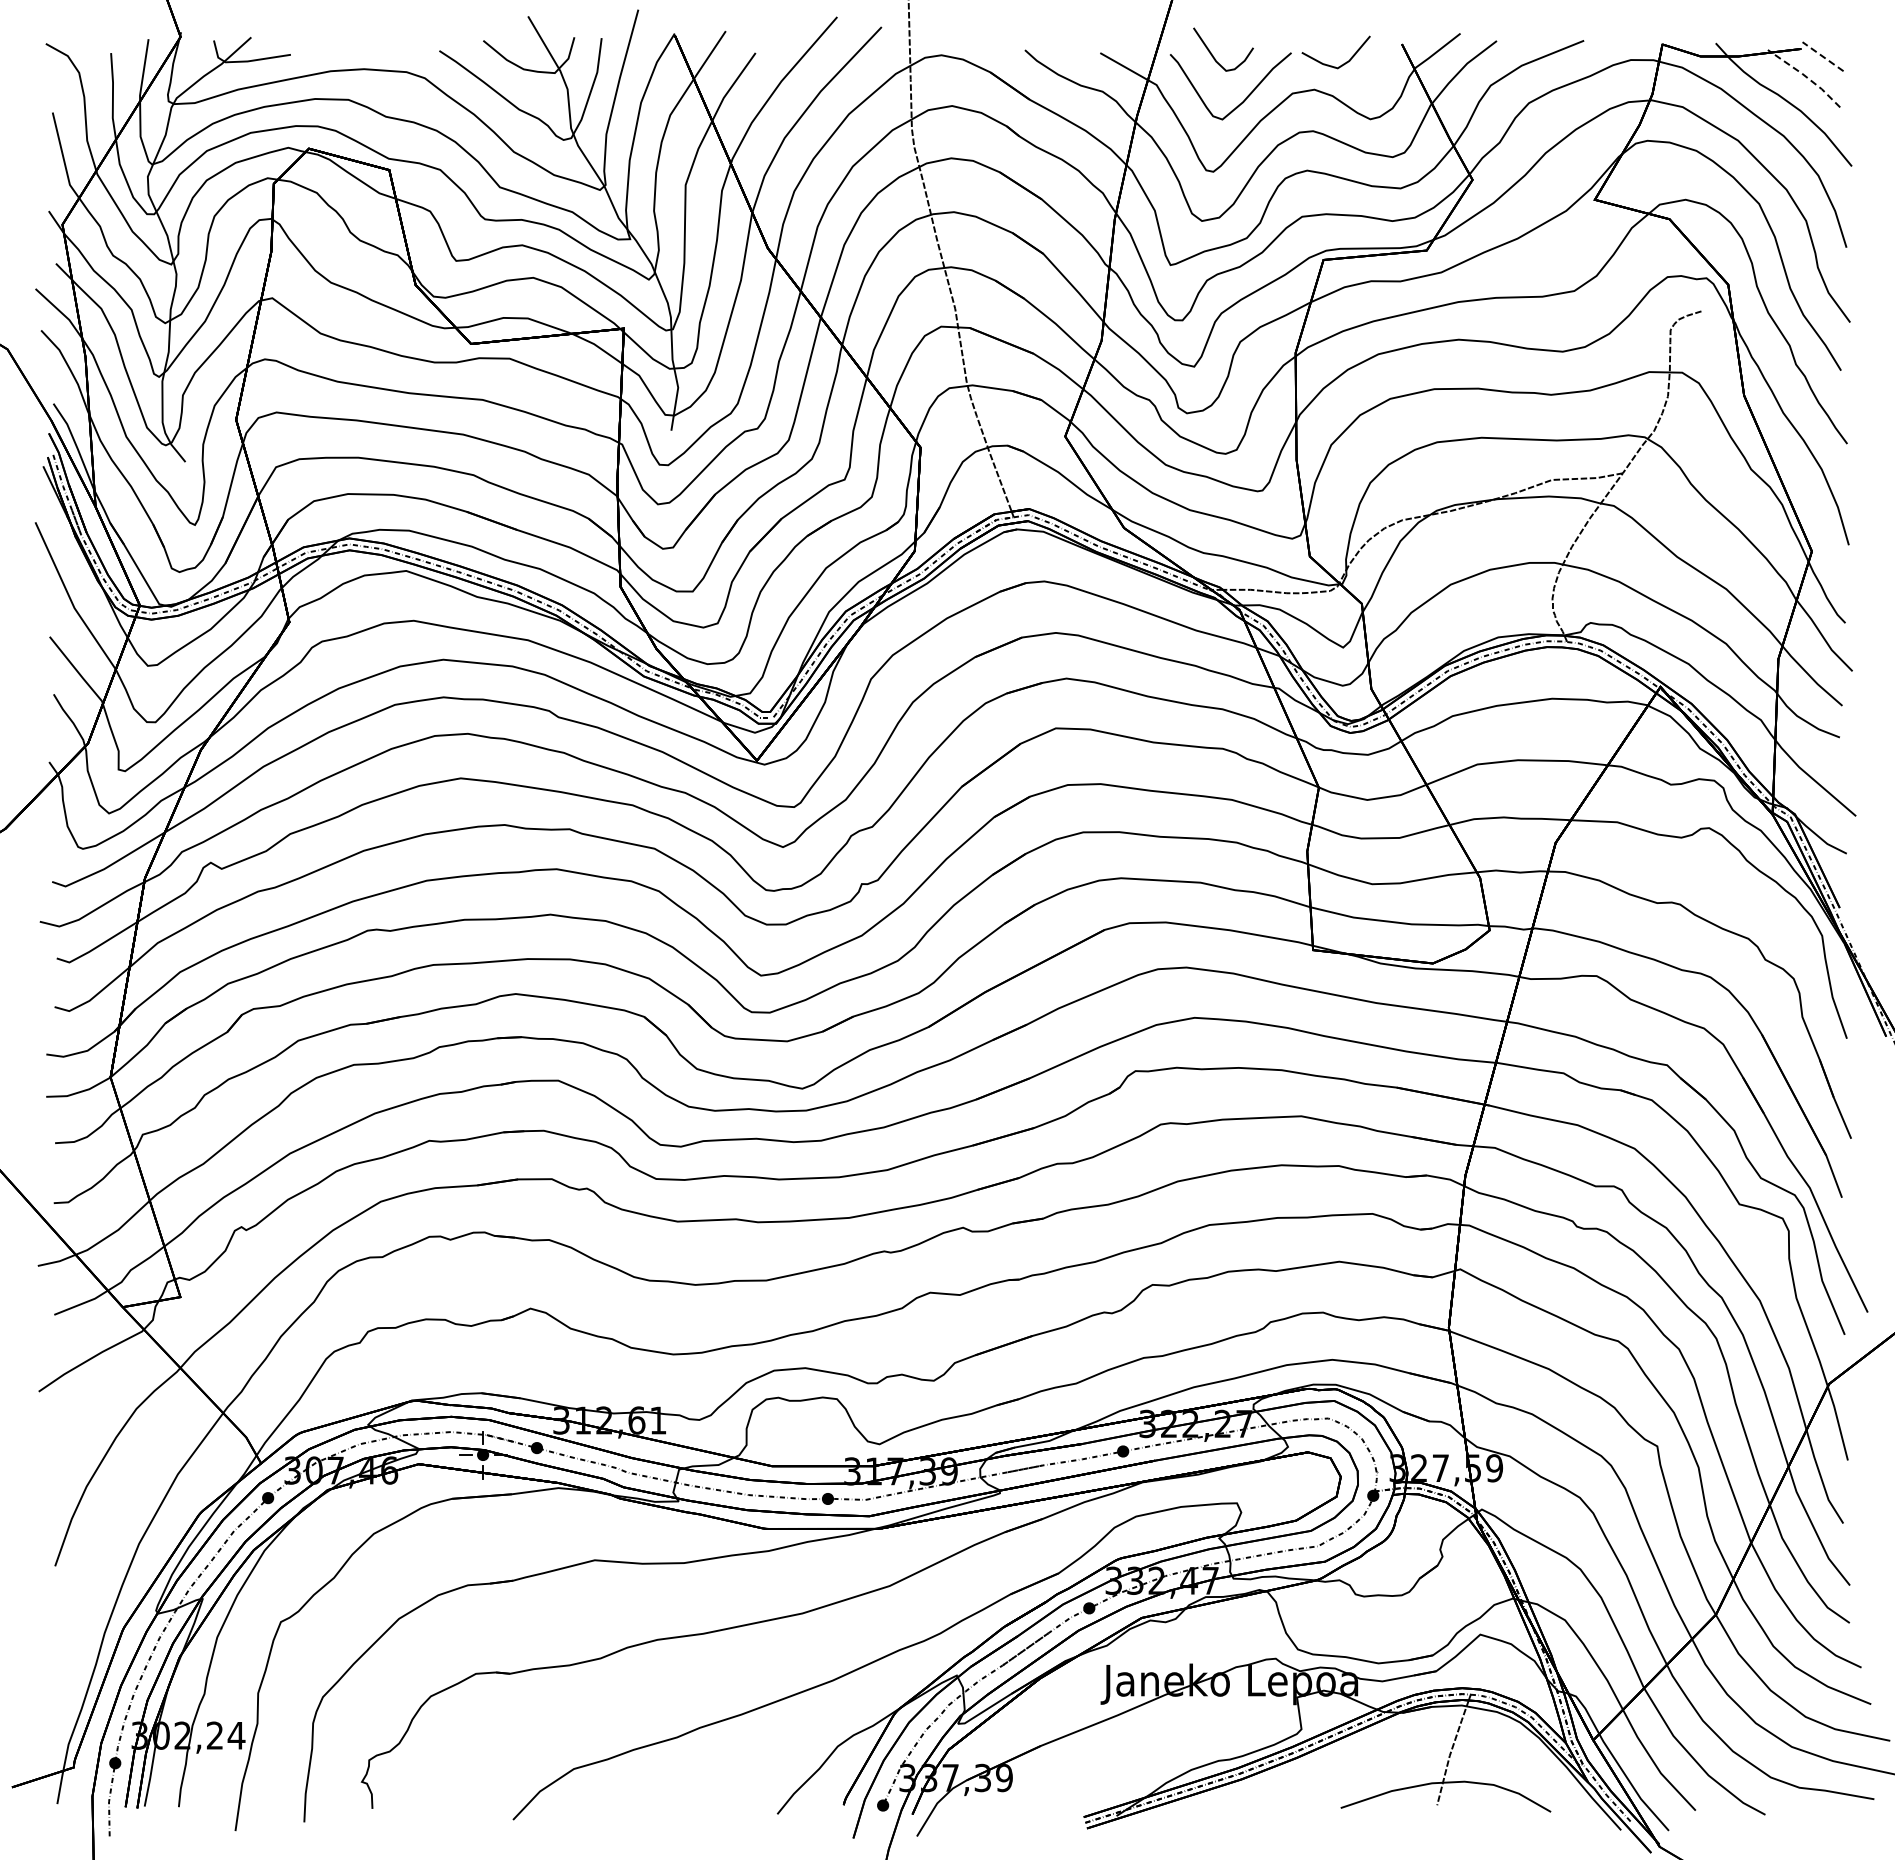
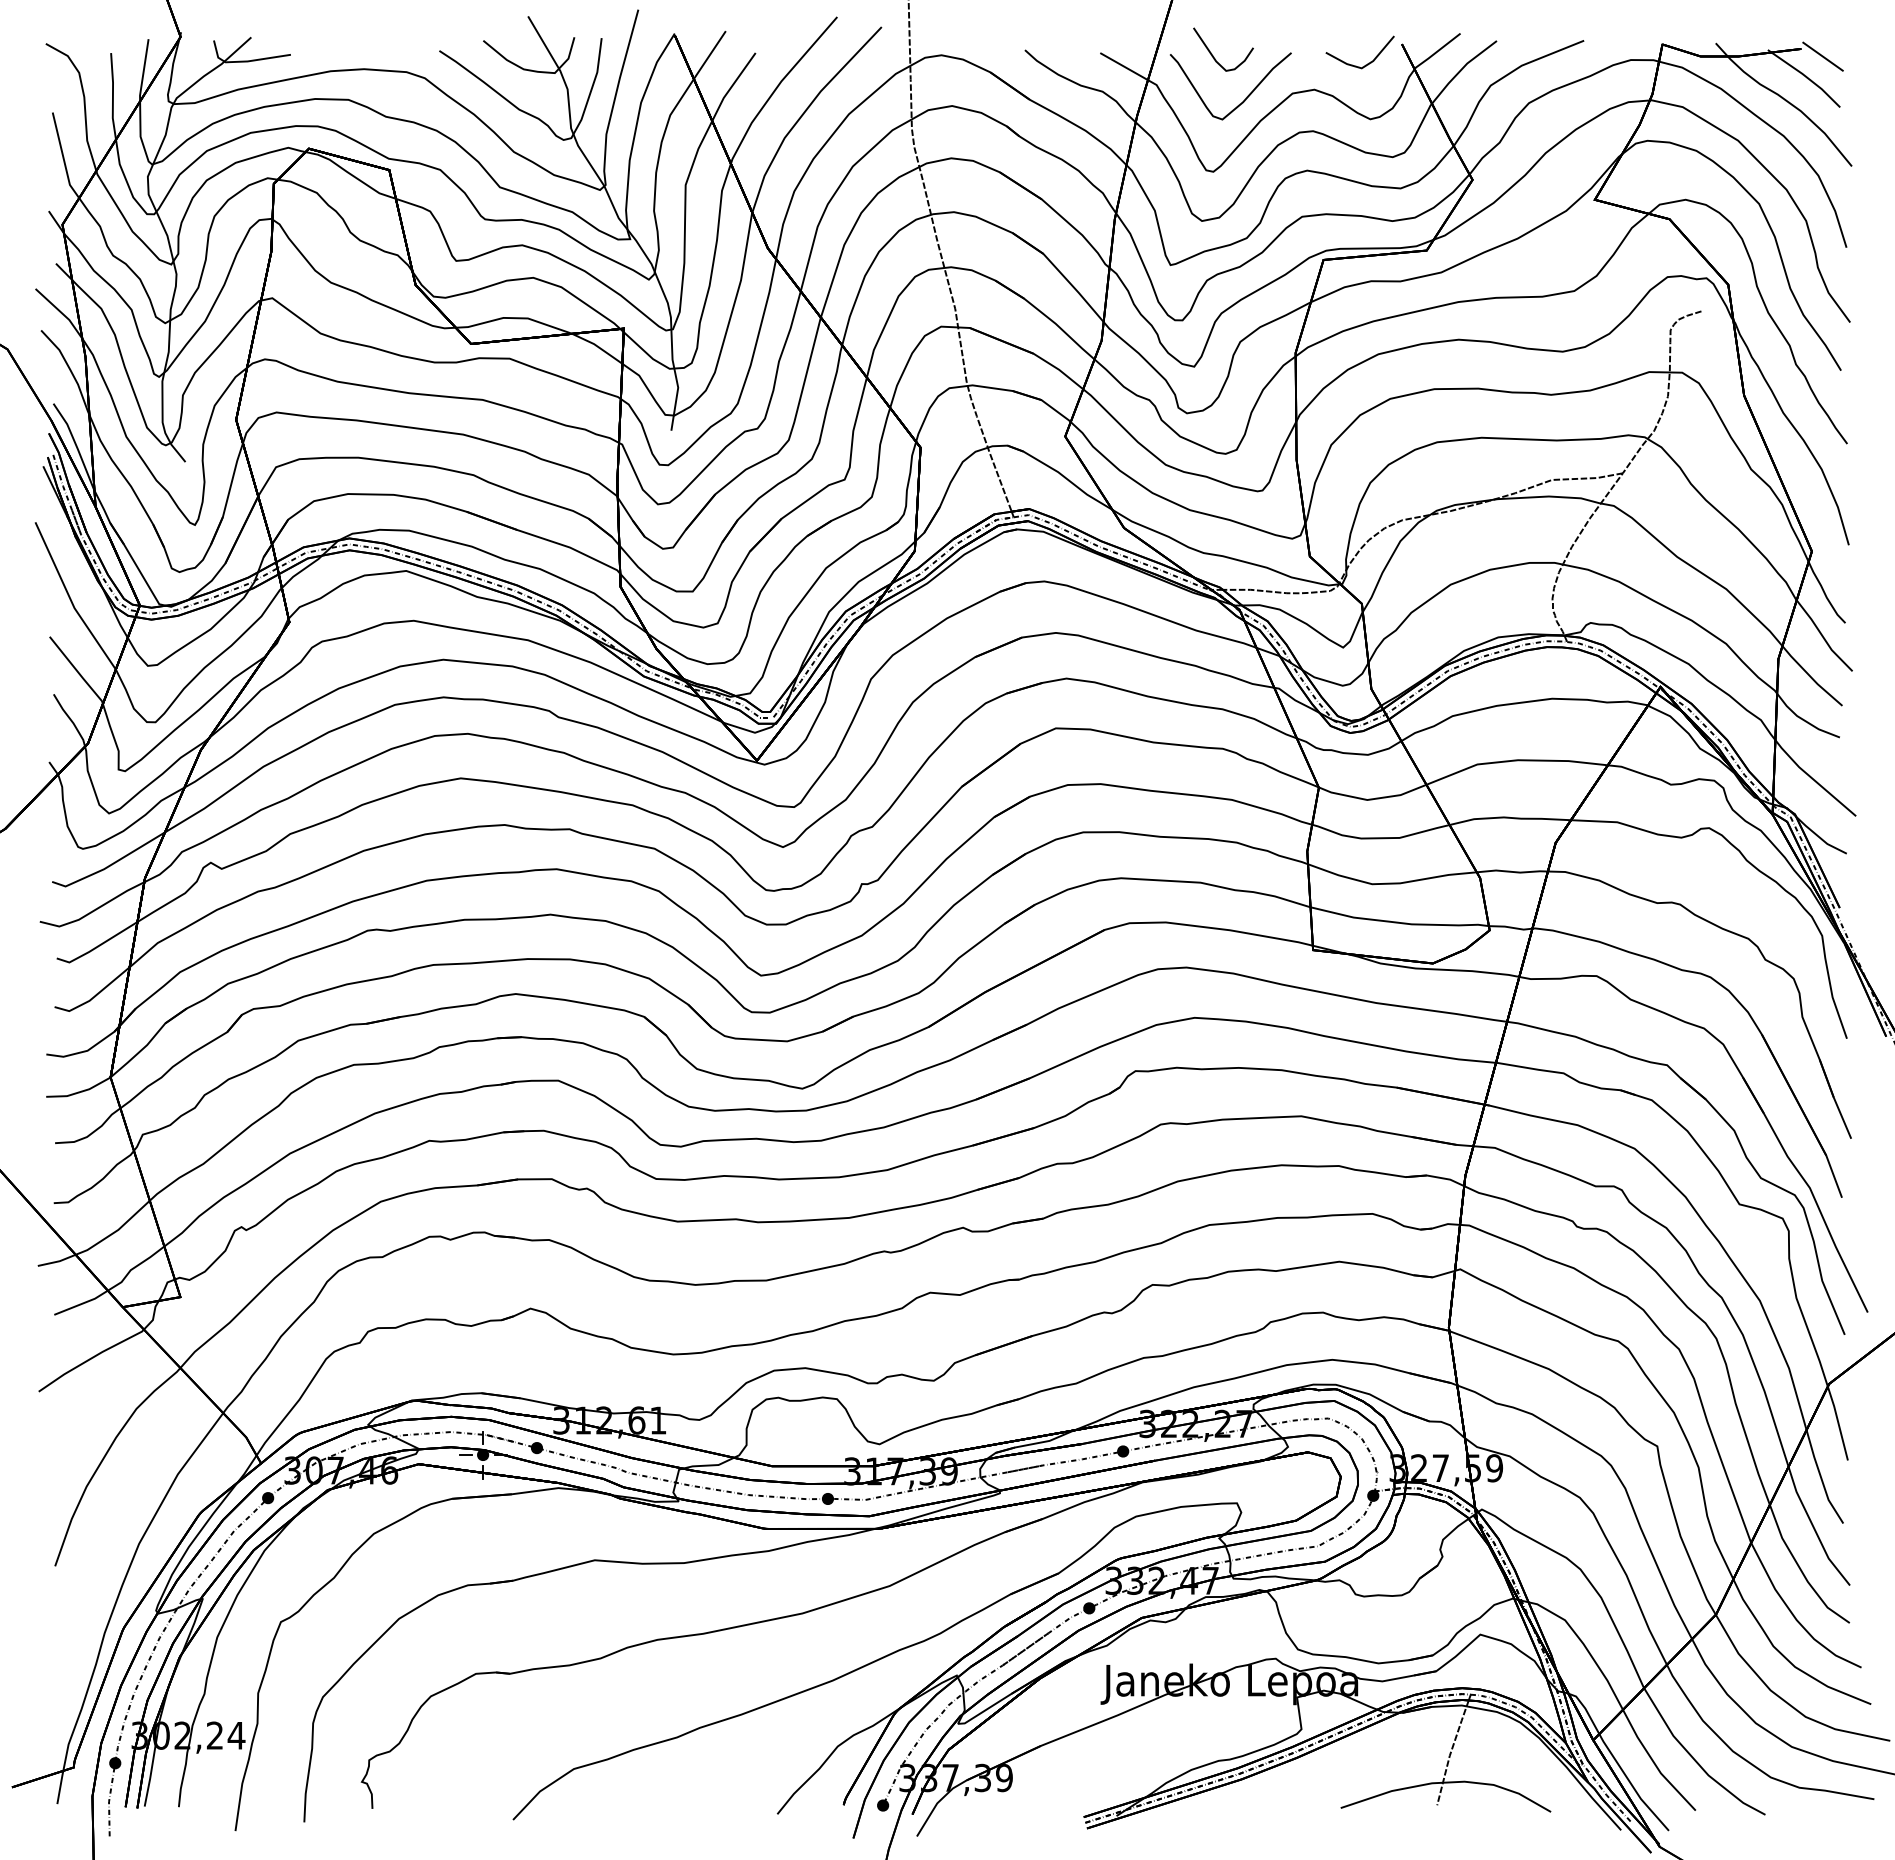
line at (1822, 56): dashed -> solid
line at (1332, 65) position: (1332, 65) -> (1356, 65)
line at (1805, 76): dashed -> solid
